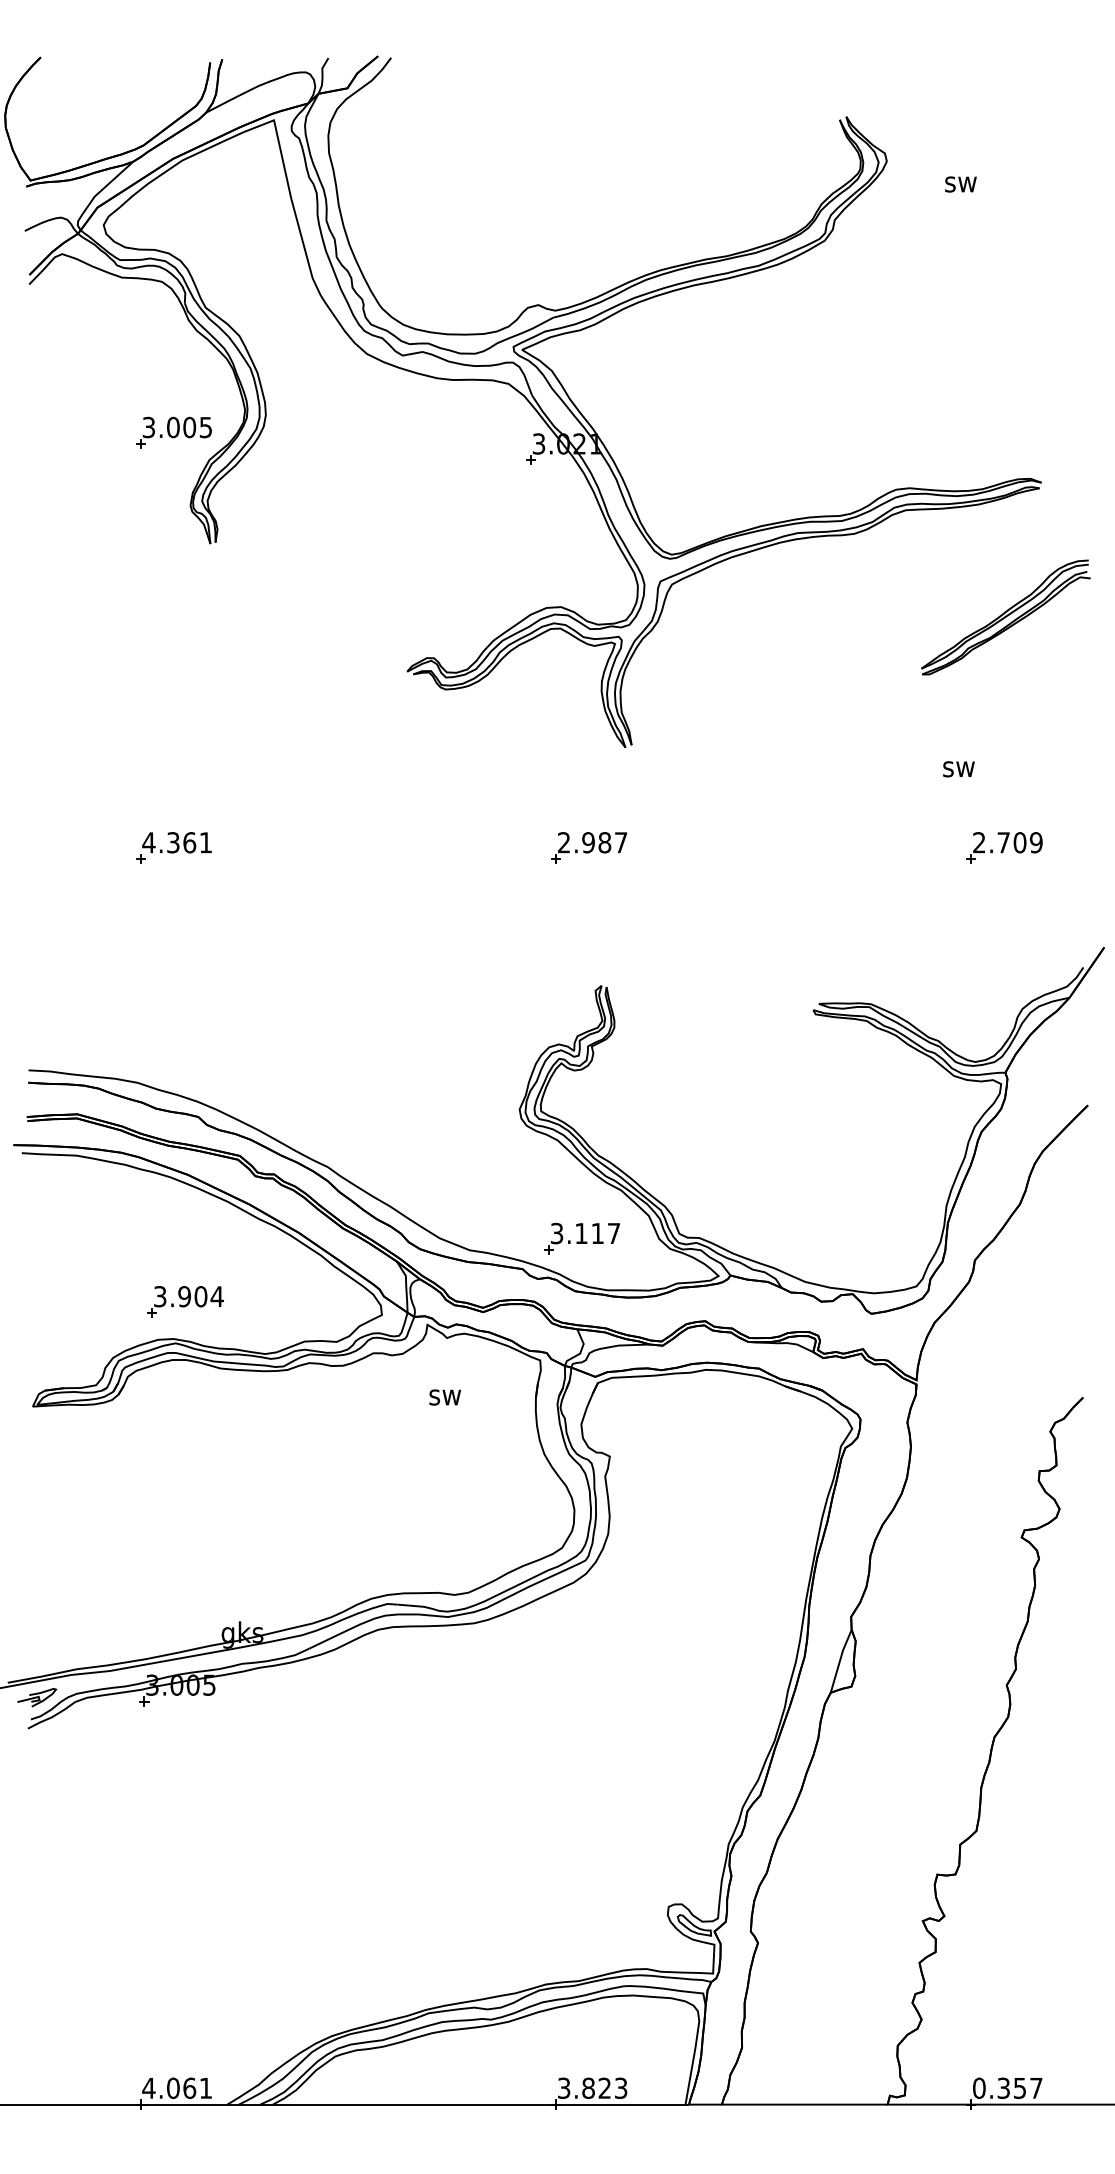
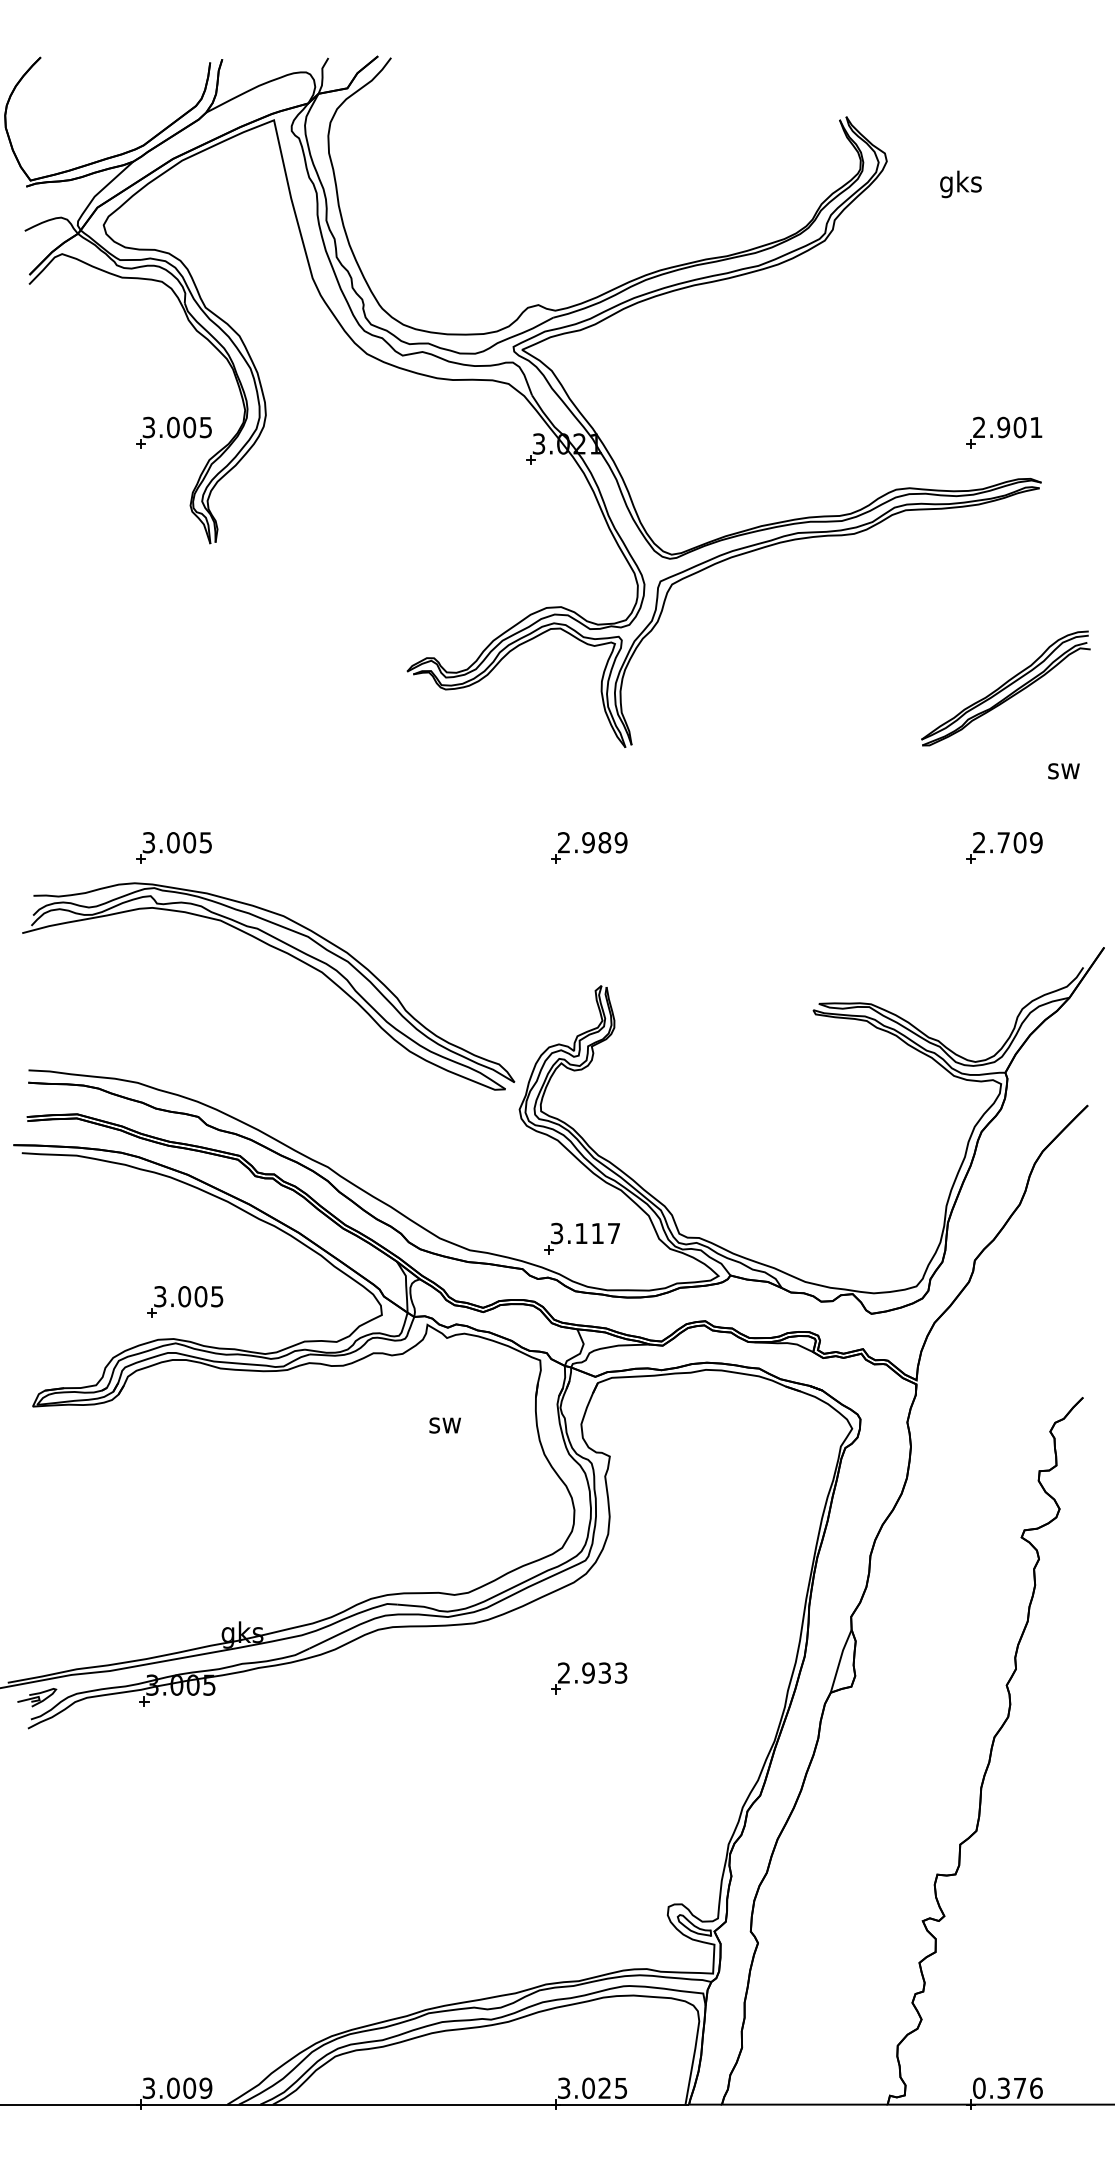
text at (960, 184): sw -> gks
part at (1004, 432): none -> present
part at (1005, 617) position: (1005, 617) -> (1005, 688)
text at (958, 769) position: (958, 769) -> (1063, 771)
text at (176, 842): 4.361 -> 3.005
text at (620, 842): 2.987 -> 2.989
part at (282, 952): none -> present
text at (200, 1296): 3.904 -> 3.005
text at (444, 1397) position: (444, 1397) -> (444, 1425)
part at (589, 1678): none -> present
text at (177, 2087): 4.061 -> 3.009
text at (604, 2087): 3.823 -> 3.025
text at (1028, 2087): 0.357 -> 0.376
